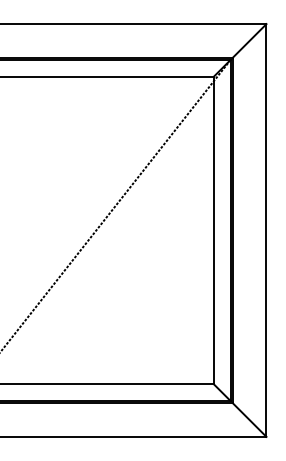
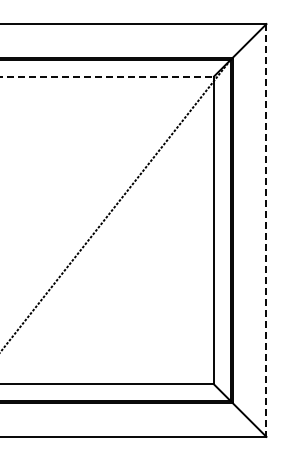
line at (107, 76): solid -> dashed
line at (266, 230): solid -> dashed
